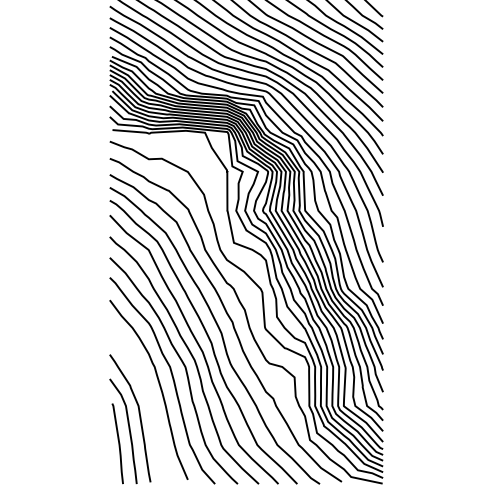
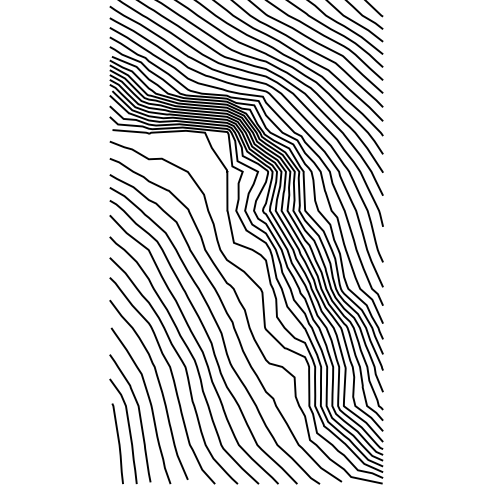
curve at (149, 403): none -> present
